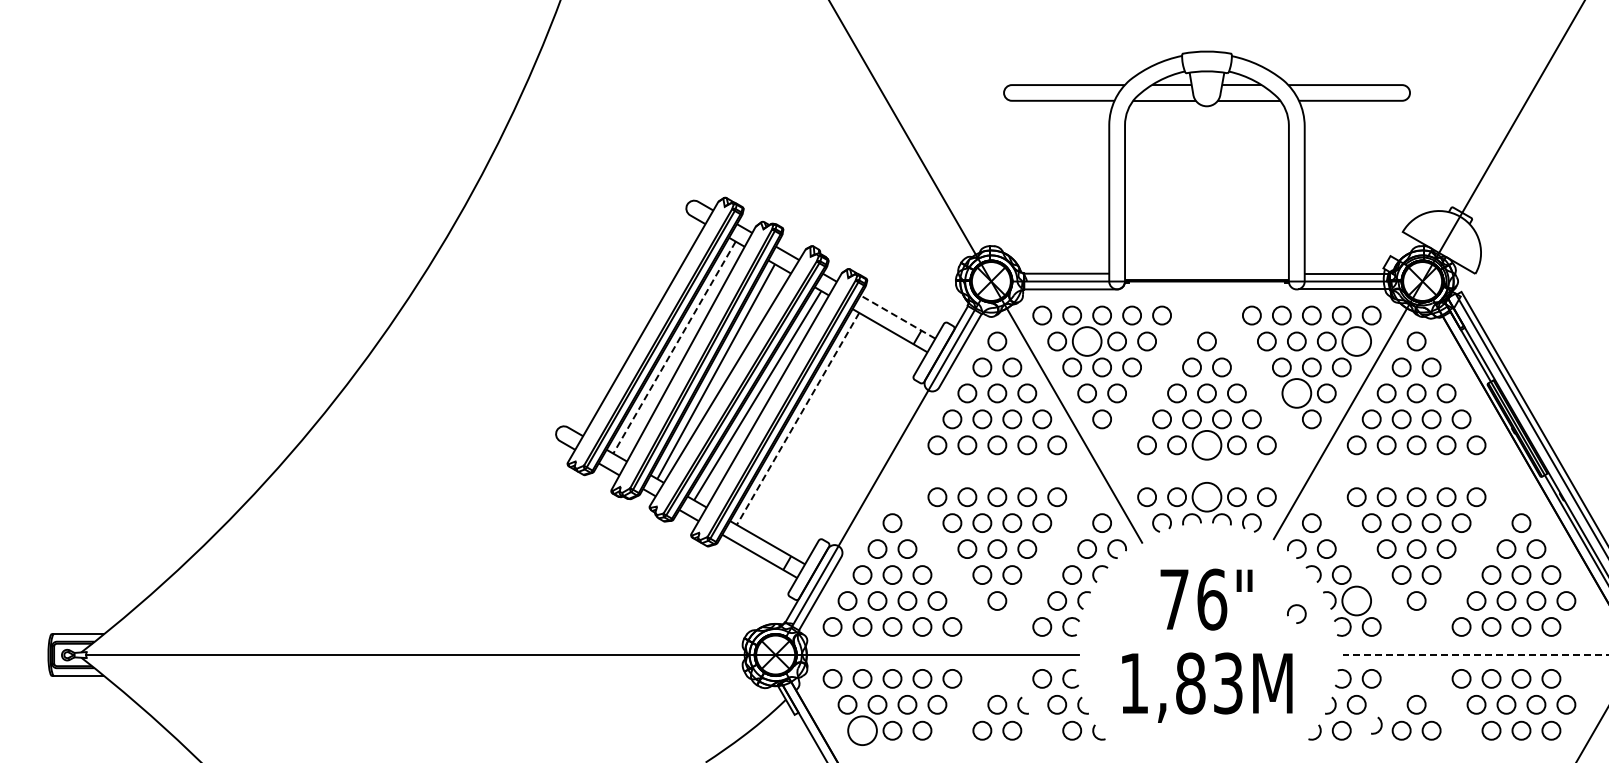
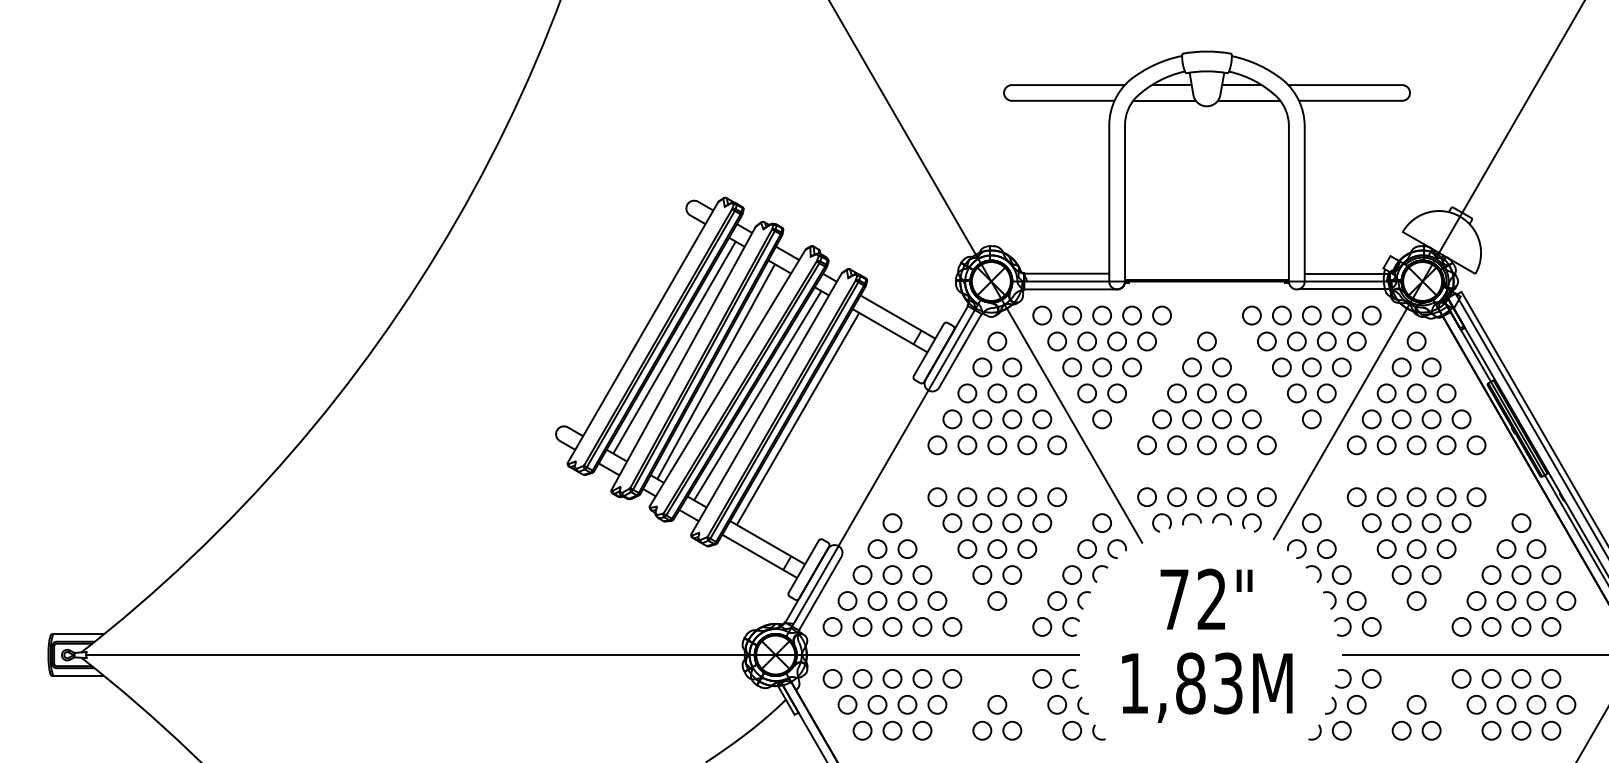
line at (897, 316): dashed -> solid
circle at (1086, 341) diameter: 29 px -> 18 px
circle at (1356, 341) diameter: 29 px -> 18 px
line at (674, 348): dashed -> solid
circle at (1296, 393) diameter: 29 px -> 18 px
line at (797, 419): dashed -> solid
circle at (1206, 444) diameter: 29 px -> 18 px
circle at (1206, 496) diameter: 29 px -> 18 px
text at (1212, 599): 76" -> 72"
circle at (1356, 600) diameter: 29 px -> 18 px
arc at (1296, 606): present -> none
line at (1475, 655): dashed -> solid
arc at (1019, 705): present -> none
arc at (1380, 725): present -> none
circle at (862, 730) diameter: 29 px -> 18 px
